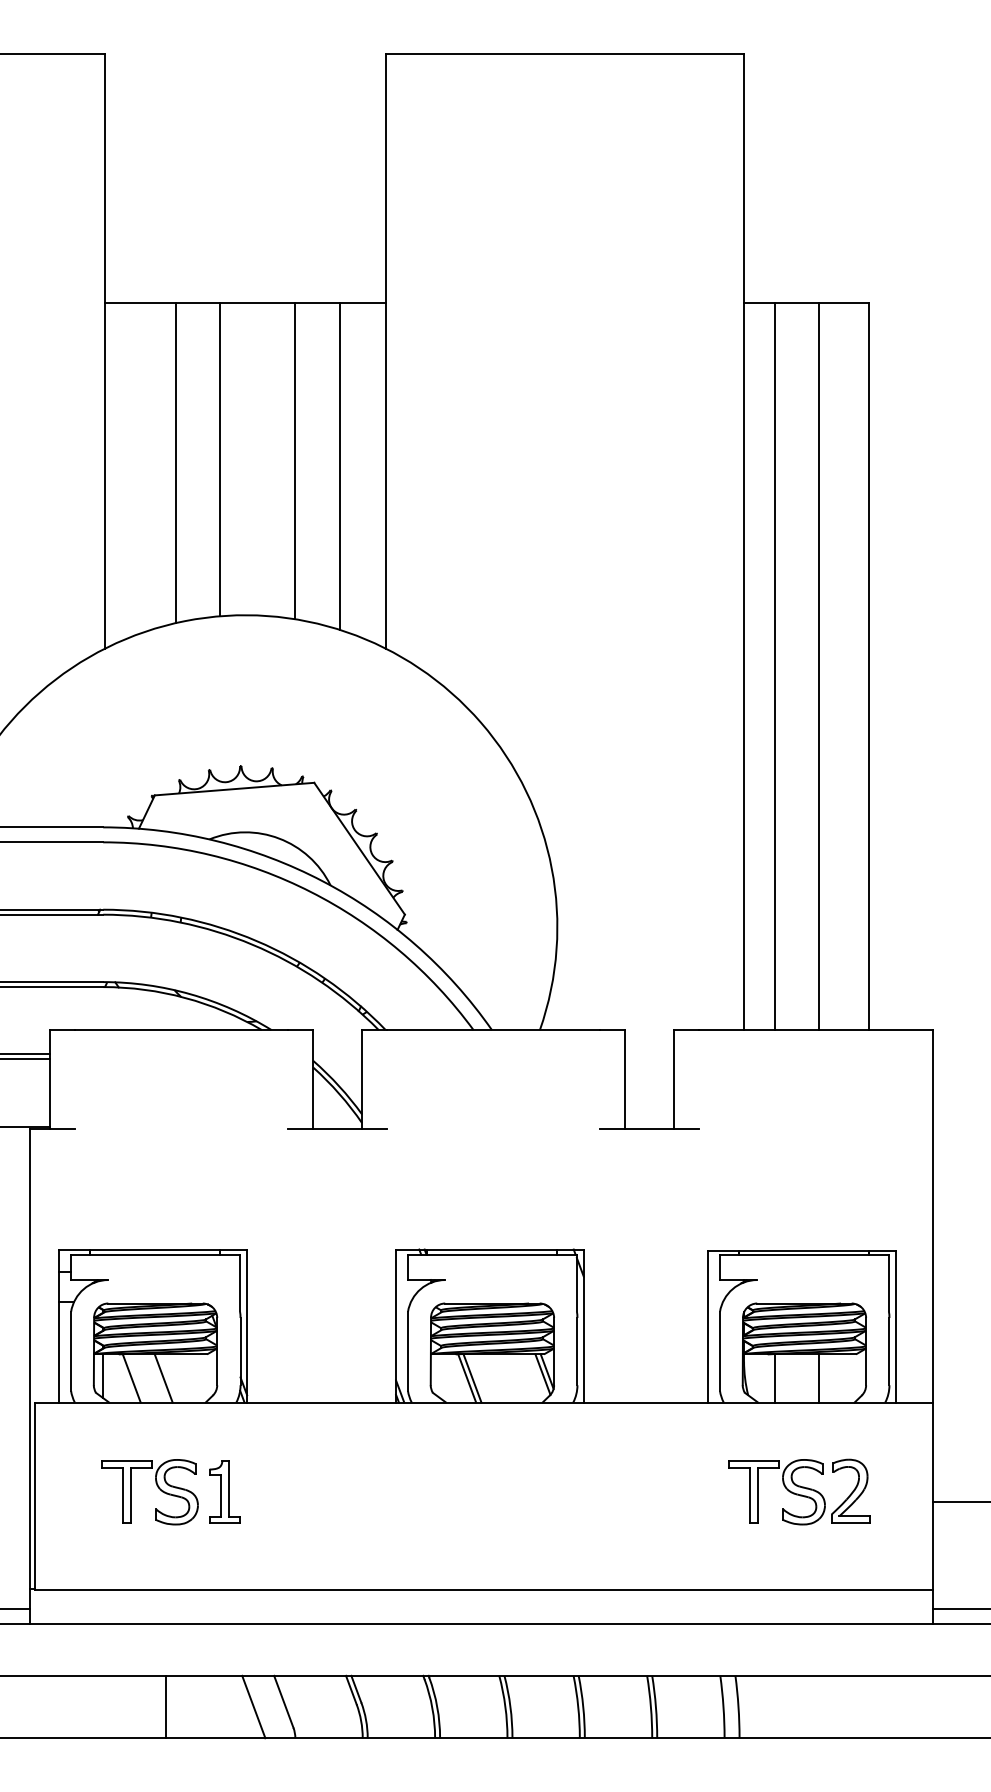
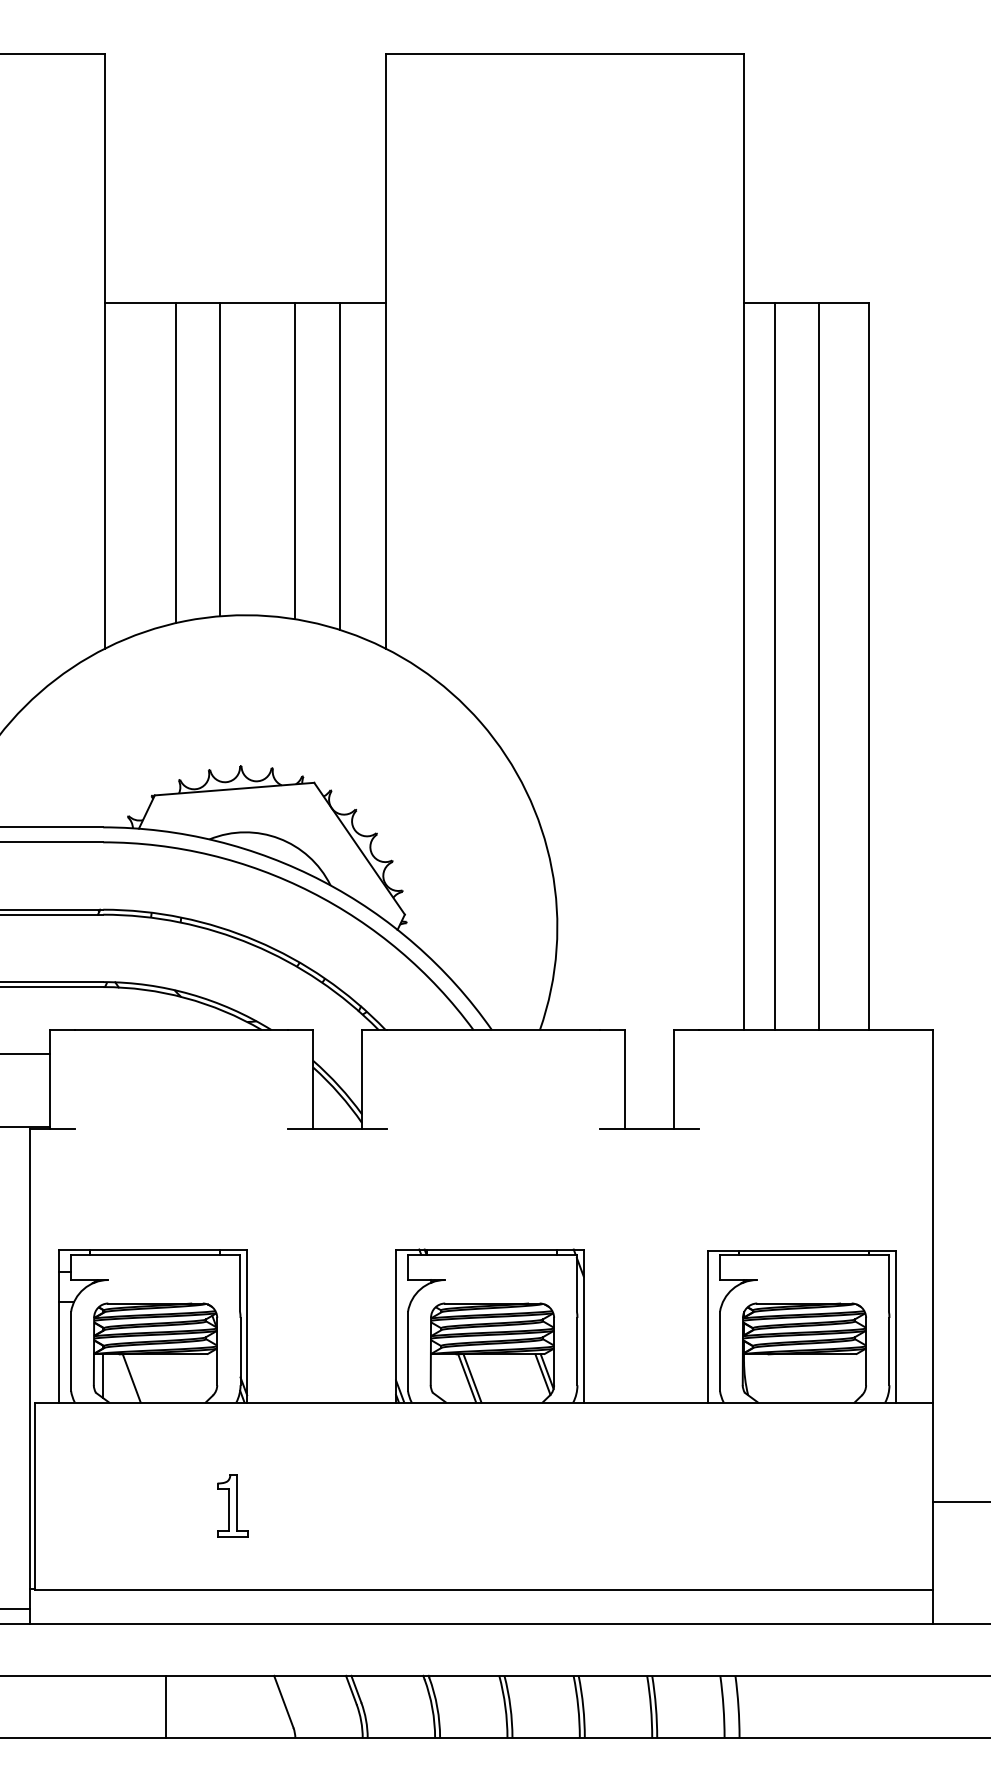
line at (26, 1059): present -> none
line at (163, 1378): present -> none
line at (774, 1378): present -> none
line at (819, 1378): present -> none
part at (157, 1487): present -> none
part at (224, 1491) position: (224, 1491) -> (232, 1505)
part at (799, 1491): present -> none
line at (960, 1608): present -> none
line at (253, 1706): present -> none
